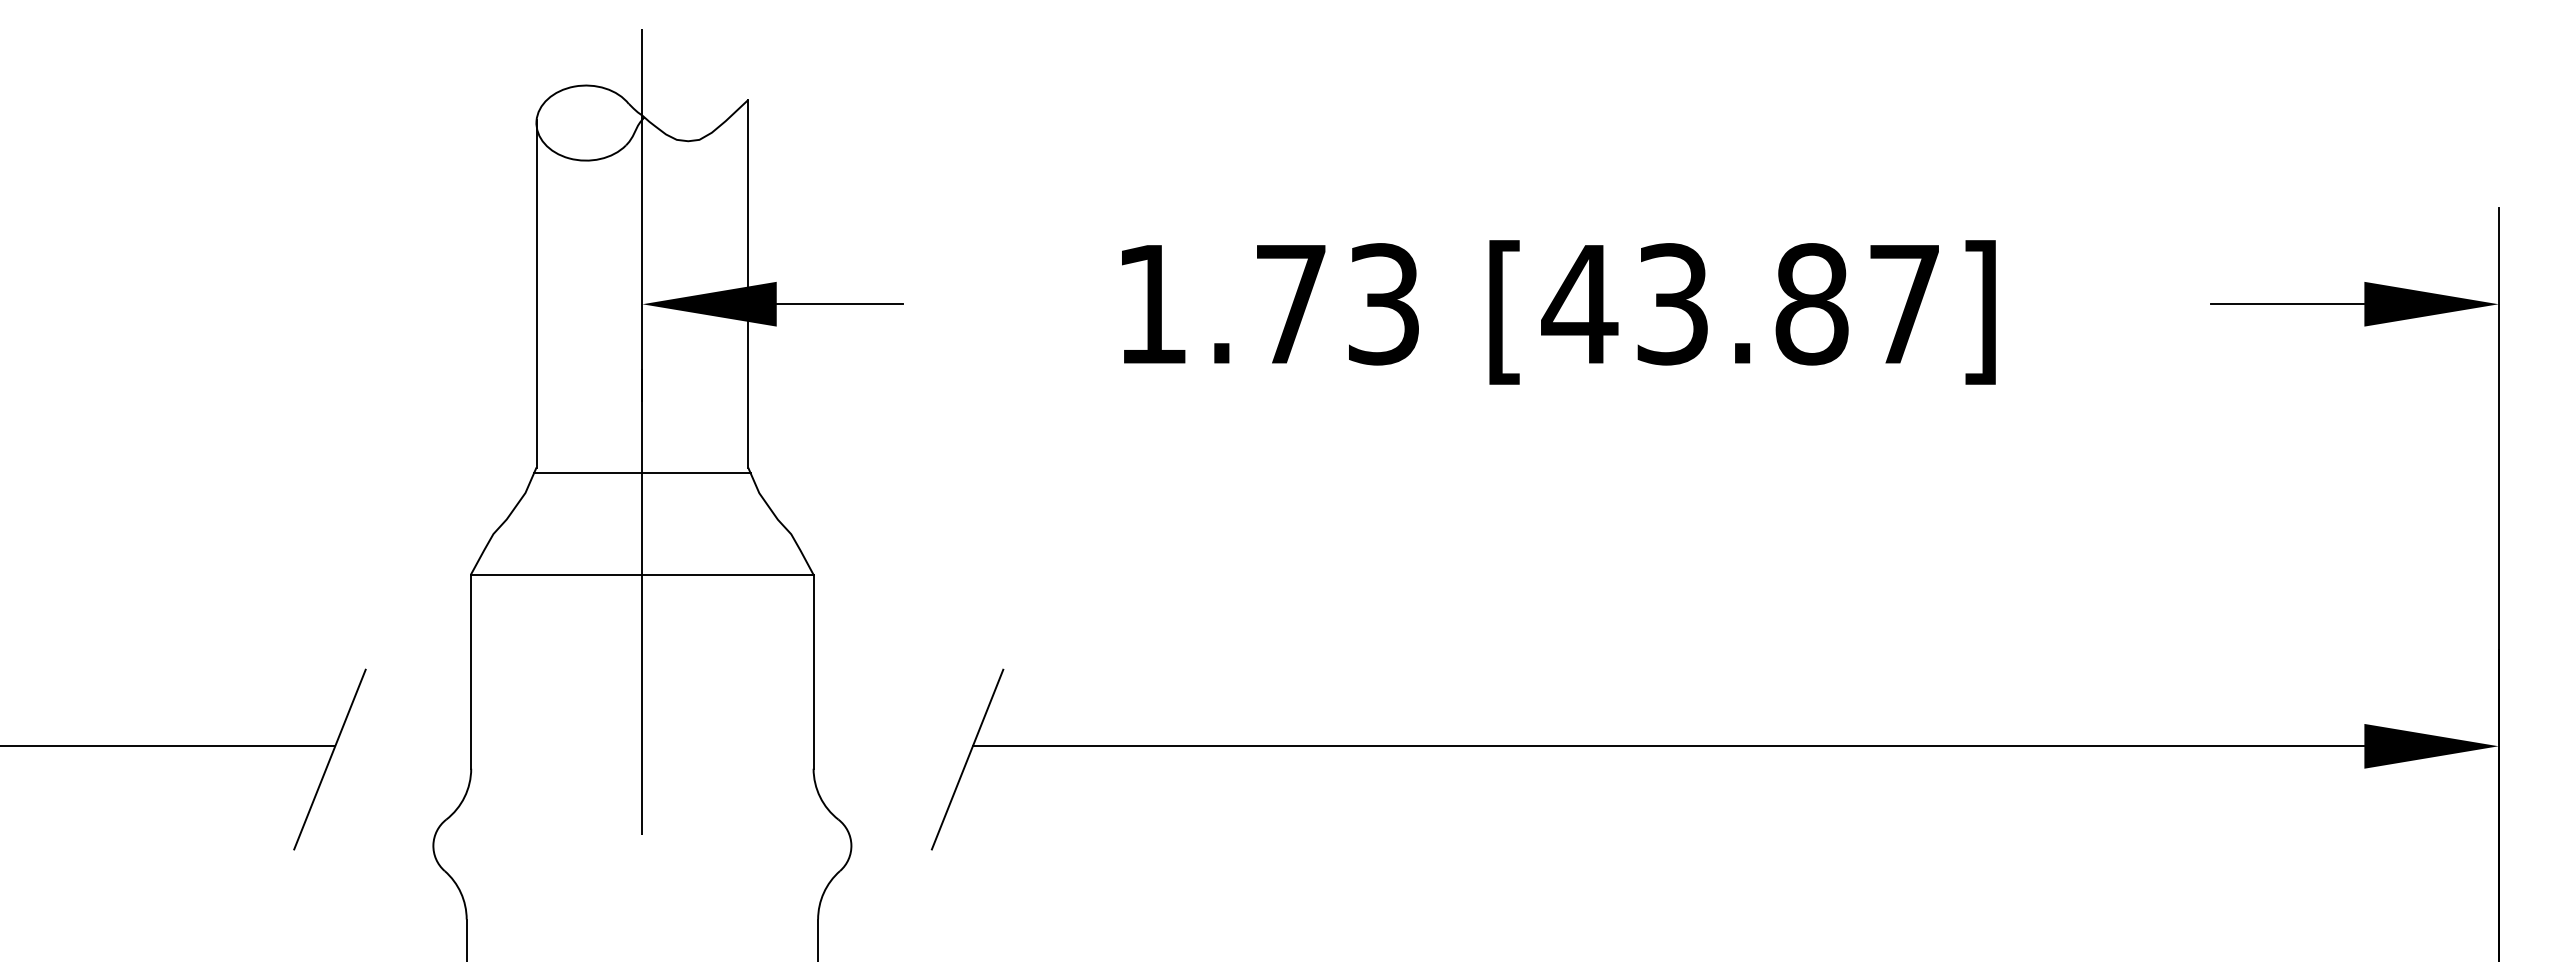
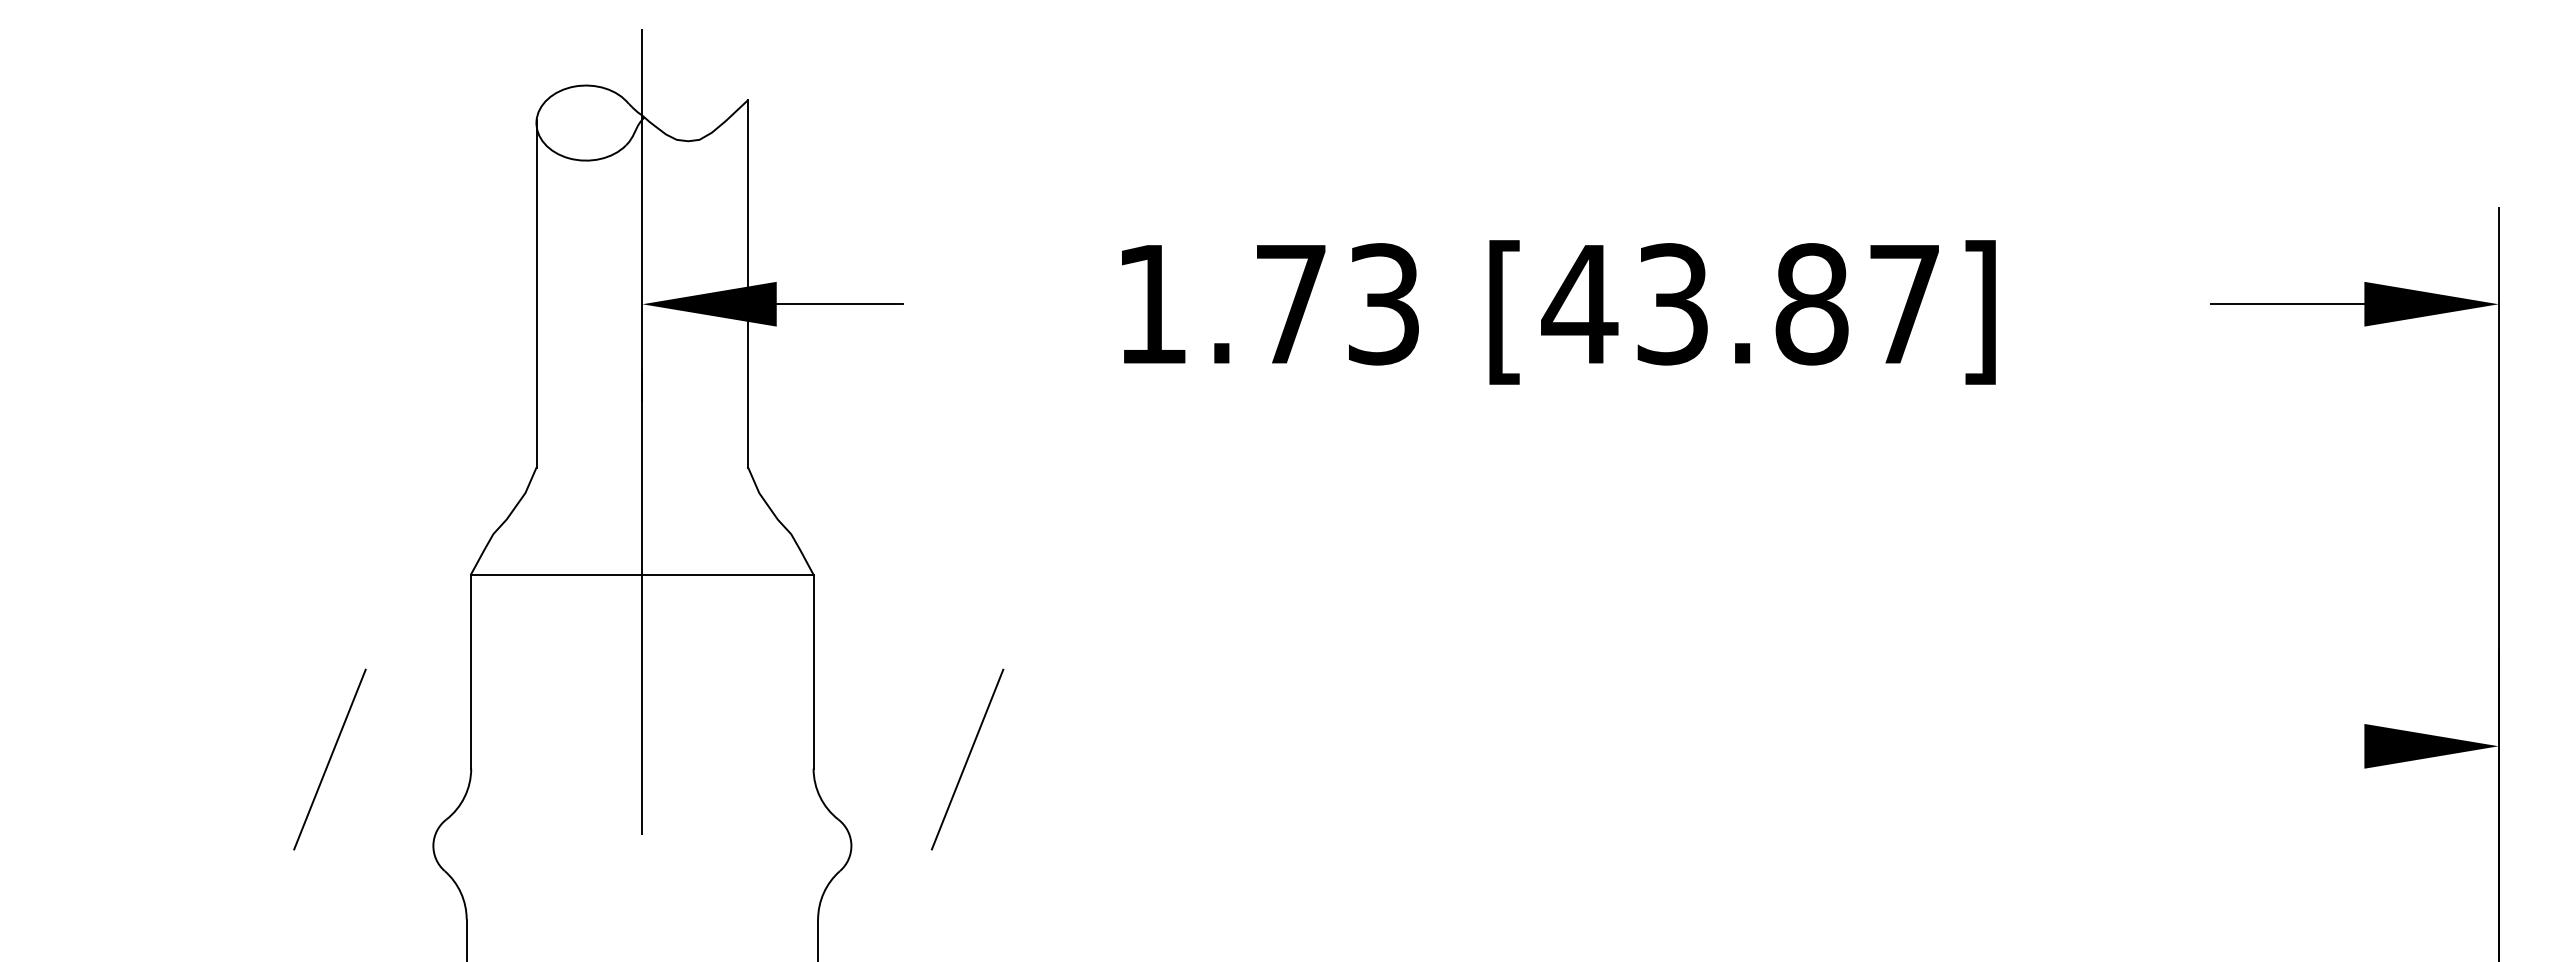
line at (642, 473): present -> none
line at (168, 746): present -> none
line at (1668, 746): present -> none
